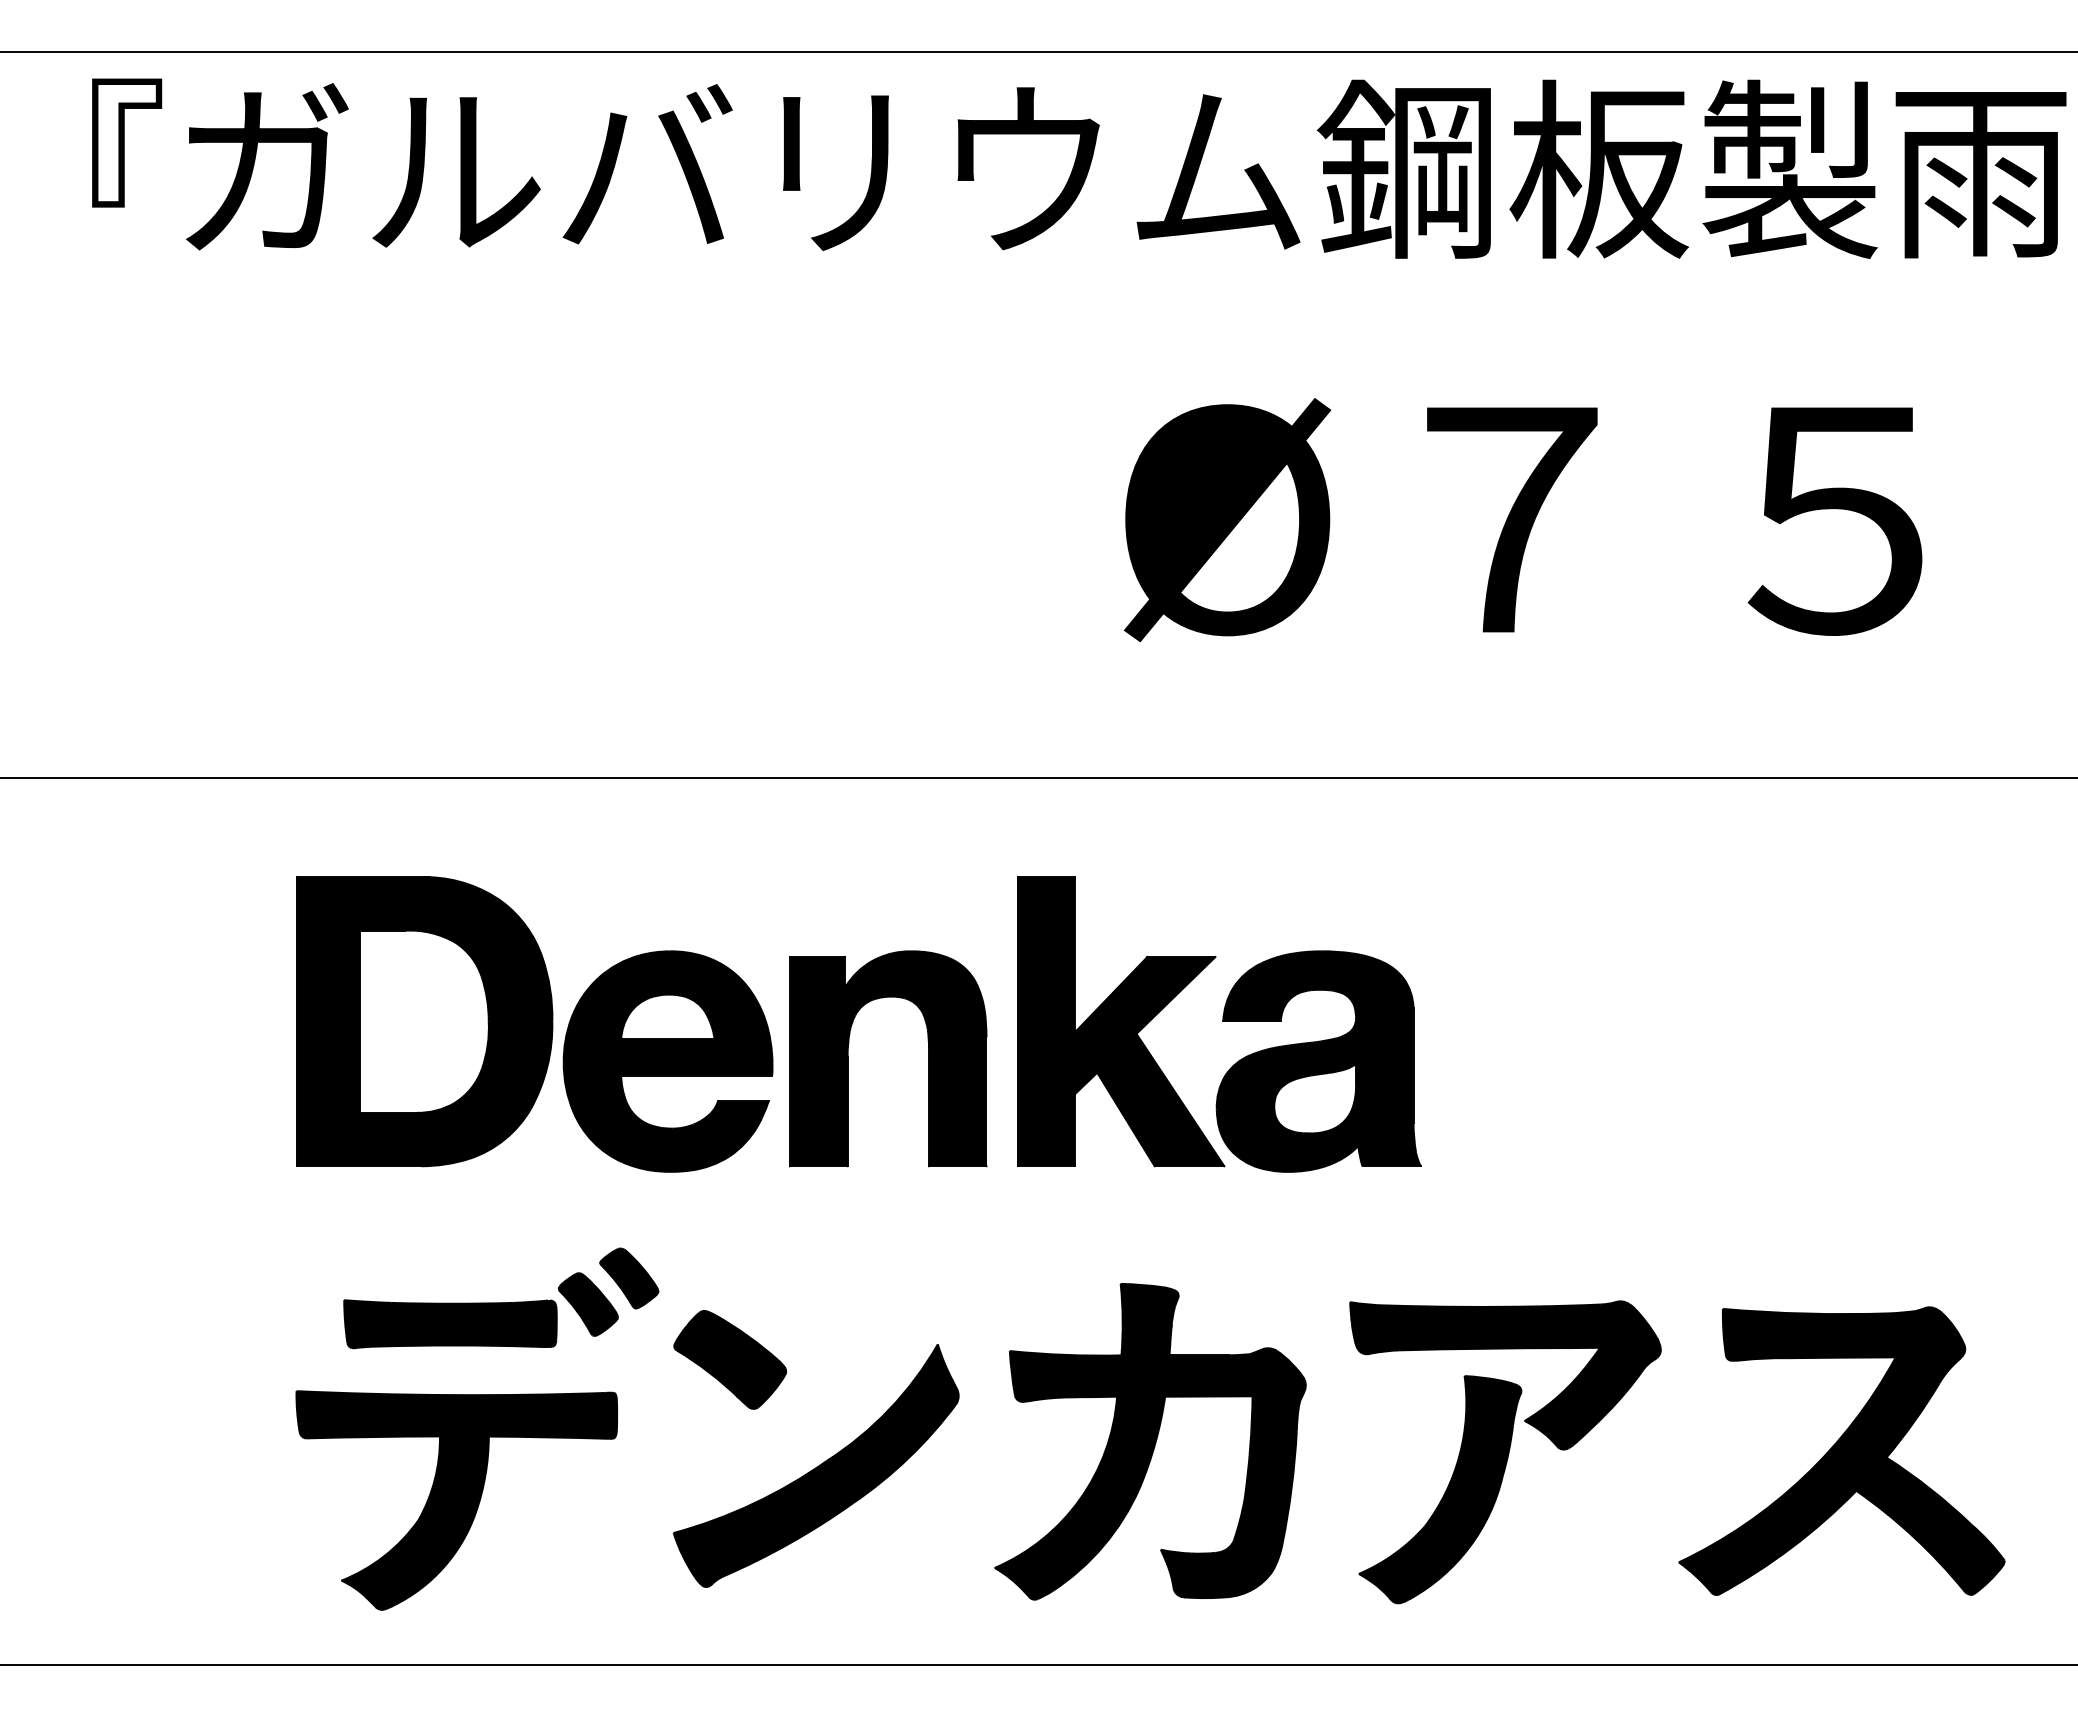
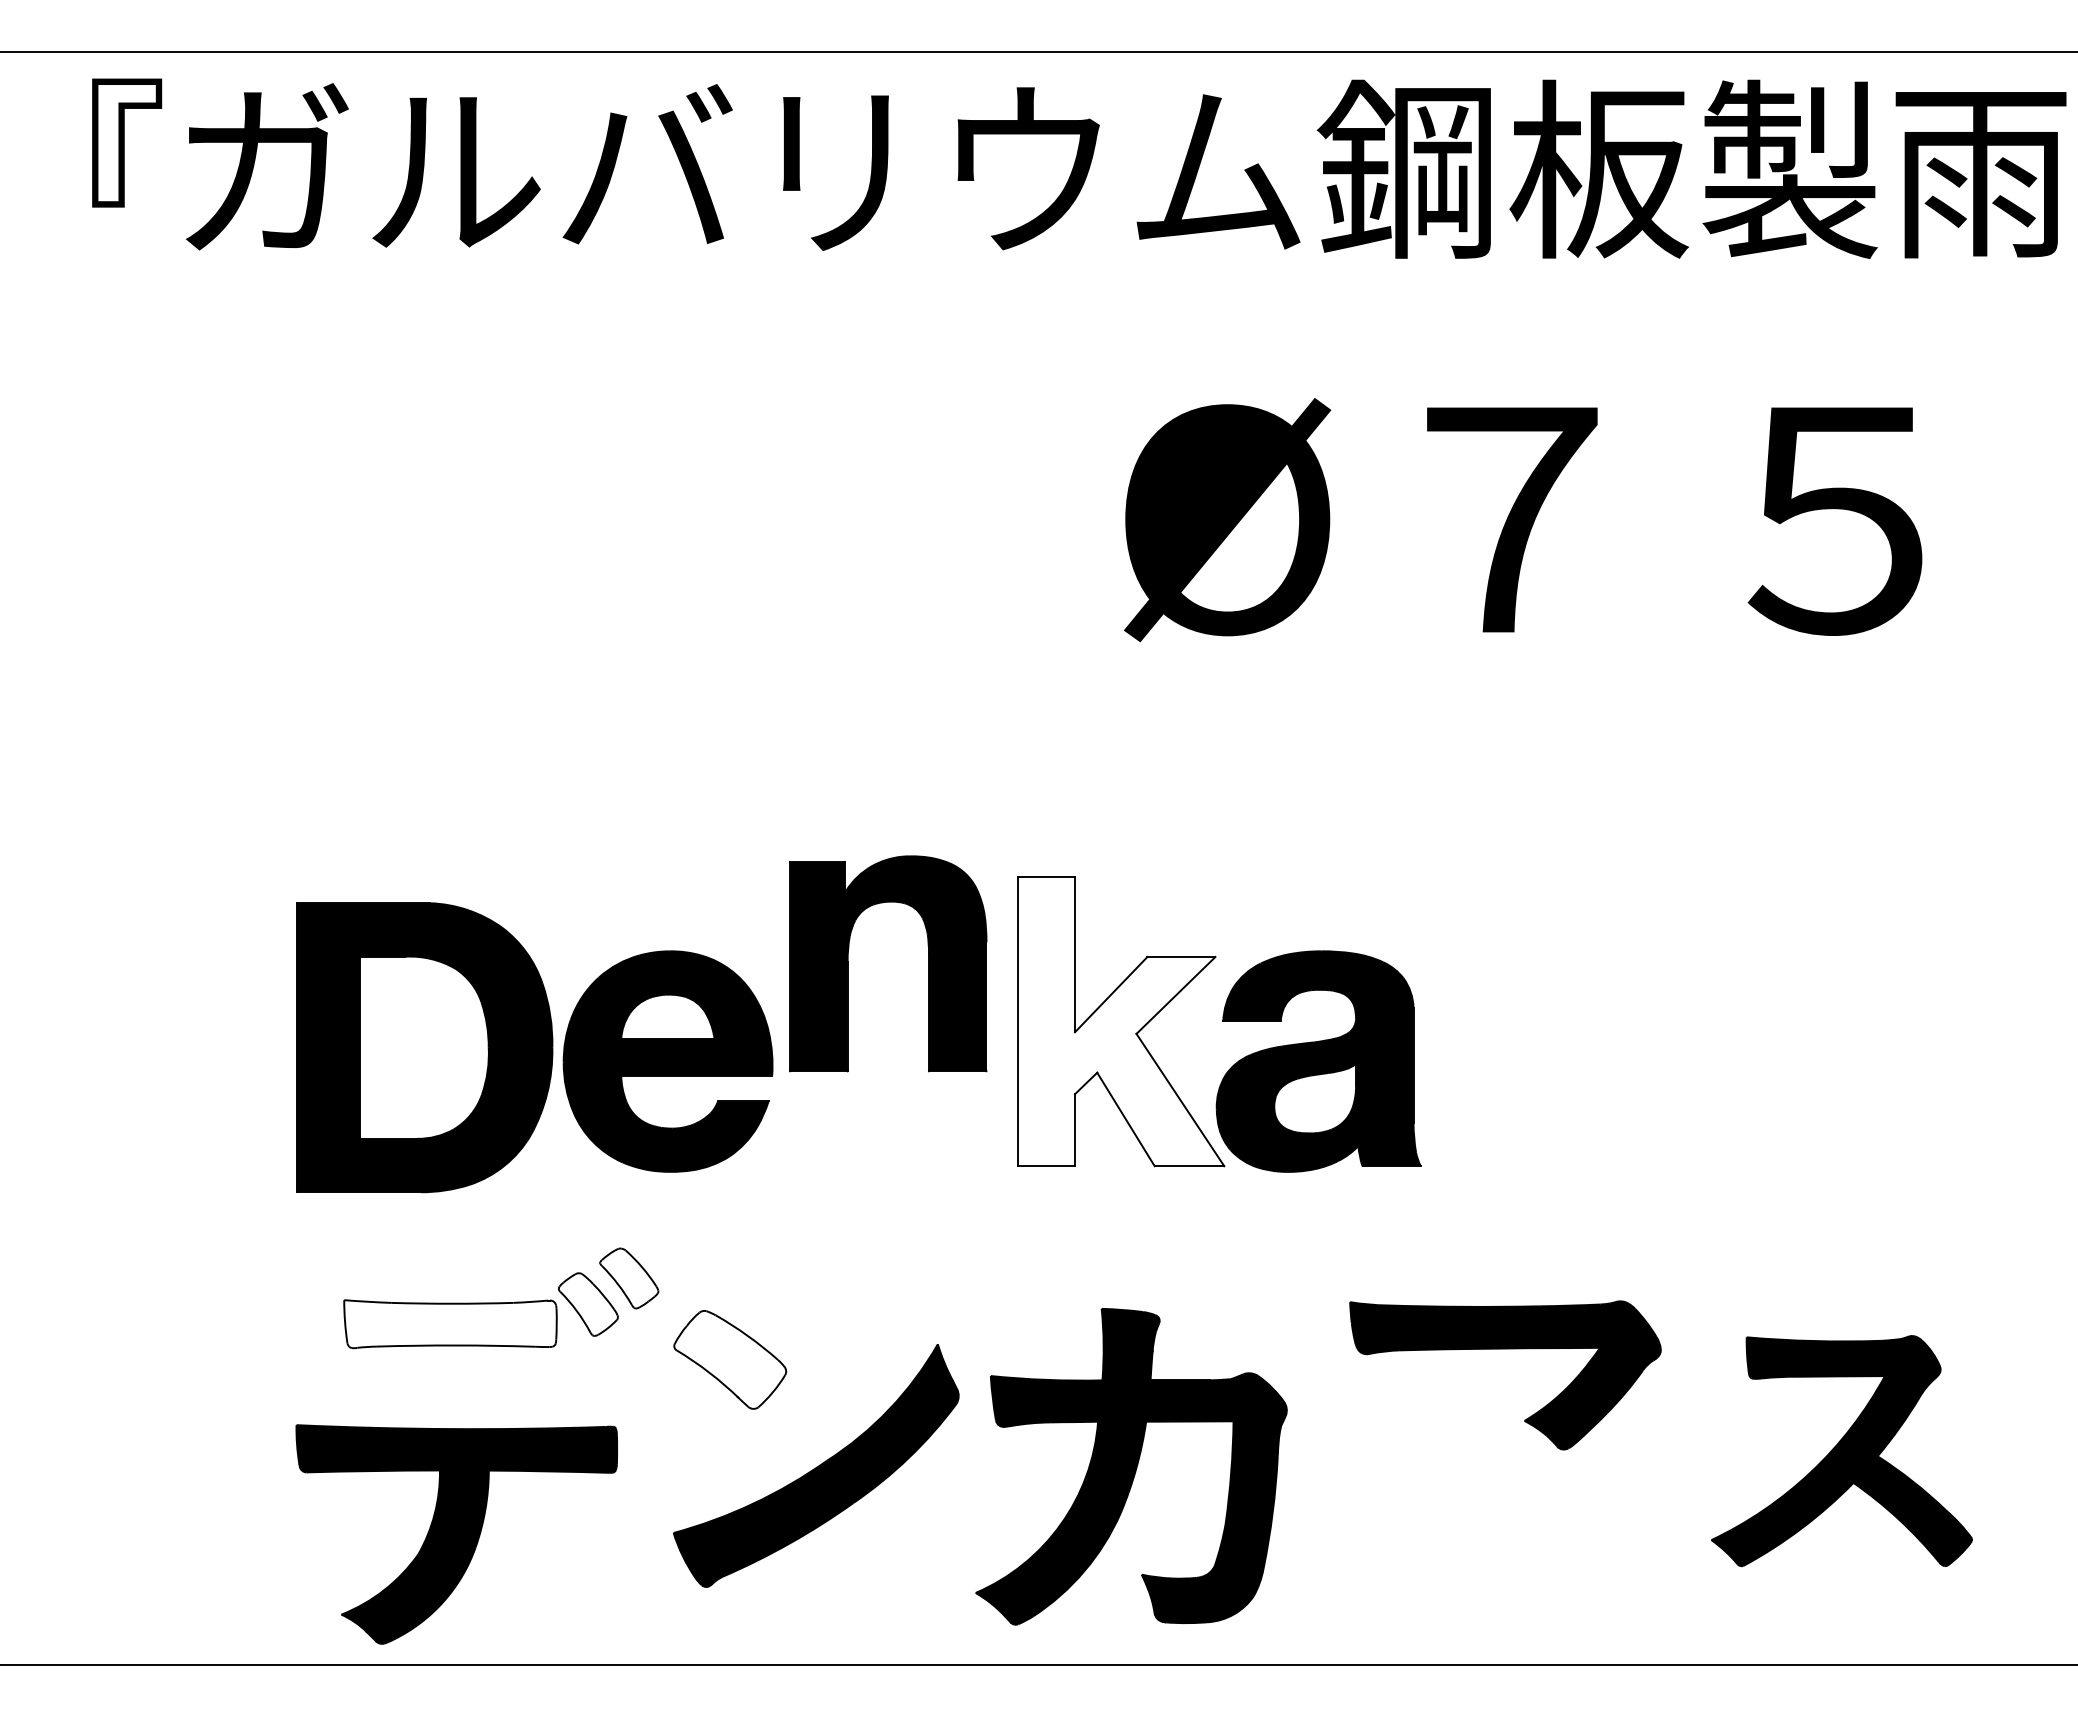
line at (1038, 777): present -> none
part at (424, 1021) position: (424, 1021) -> (424, 1047)
fill at (1120, 1021): present -> none
part at (848, 1058) position: (848, 1058) -> (848, 963)
fill at (629, 1278): present -> none
fill at (587, 1304): present -> none
fill at (450, 1324): present -> none
fill at (730, 1359): present -> none
part at (1150, 1441) position: (1150, 1441) -> (1131, 1466)
part at (1841, 1450) size: 328x290 px -> 262x233 px
part at (1440, 1489): present -> none
part at (456, 1500) position: (456, 1500) -> (456, 1534)
